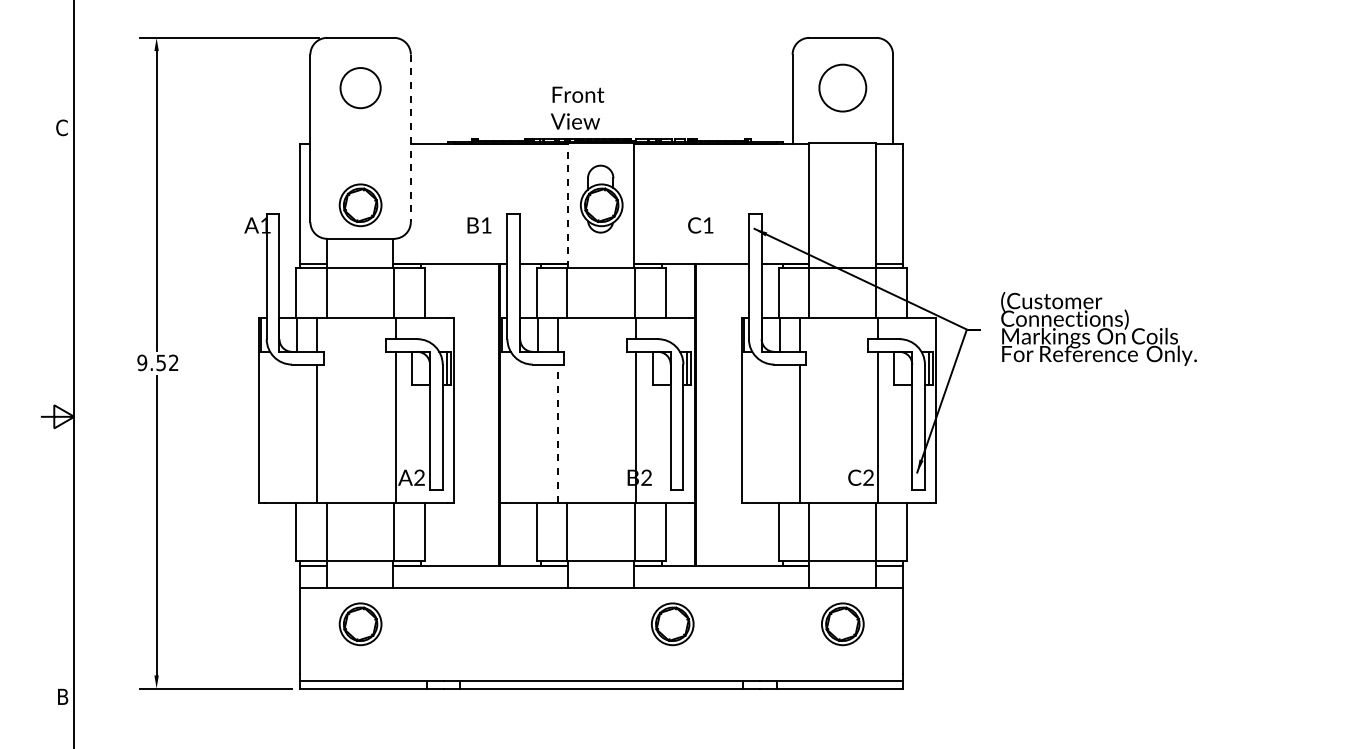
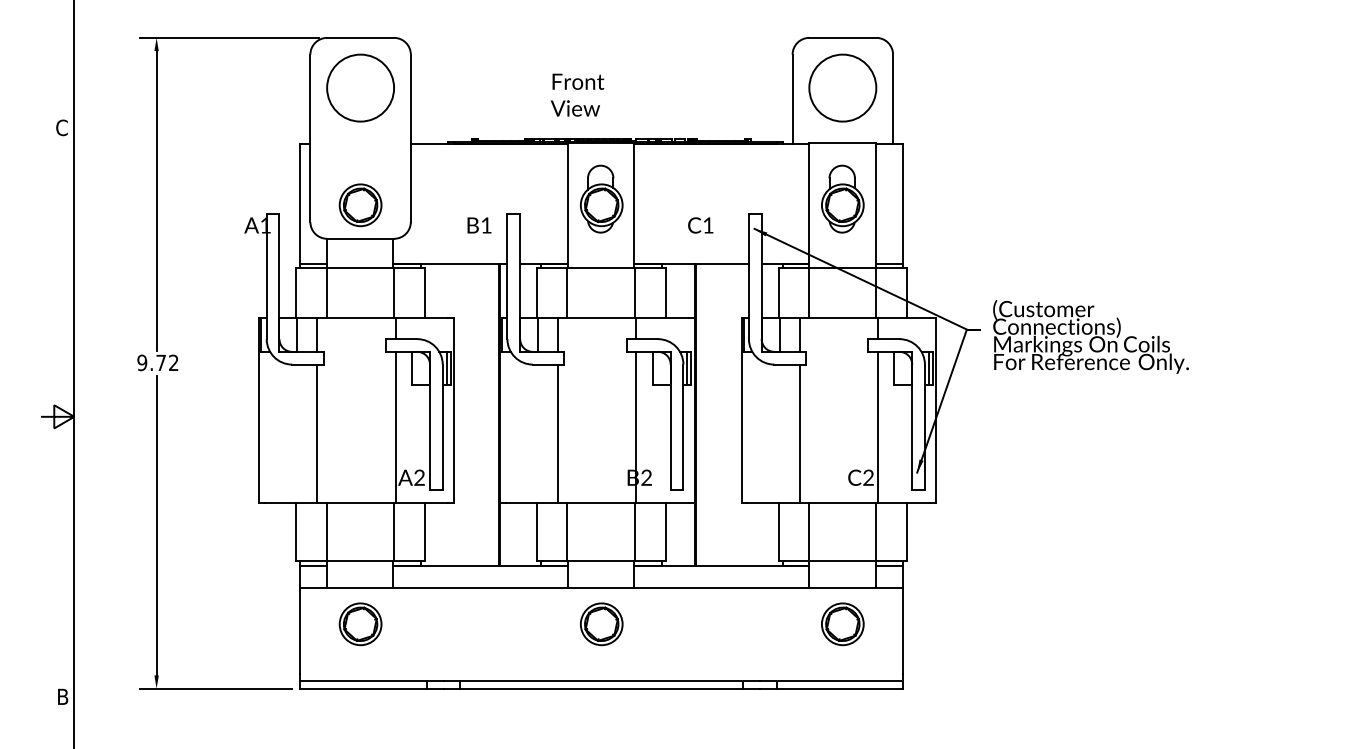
circle at (842, 87) diameter: 47 px -> 67 px
circle at (360, 88) diameter: 40 px -> 67 px
text at (577, 107) position: (577, 107) -> (577, 94)
line at (410, 138): dashed -> solid
part at (842, 198): none -> present
line at (567, 205): dashed -> solid
text at (1098, 328) position: (1098, 328) -> (1090, 336)
text at (160, 362): 9.52 -> 9.72
line at (558, 433): dashed -> solid
part at (672, 624) position: (672, 624) -> (601, 624)
